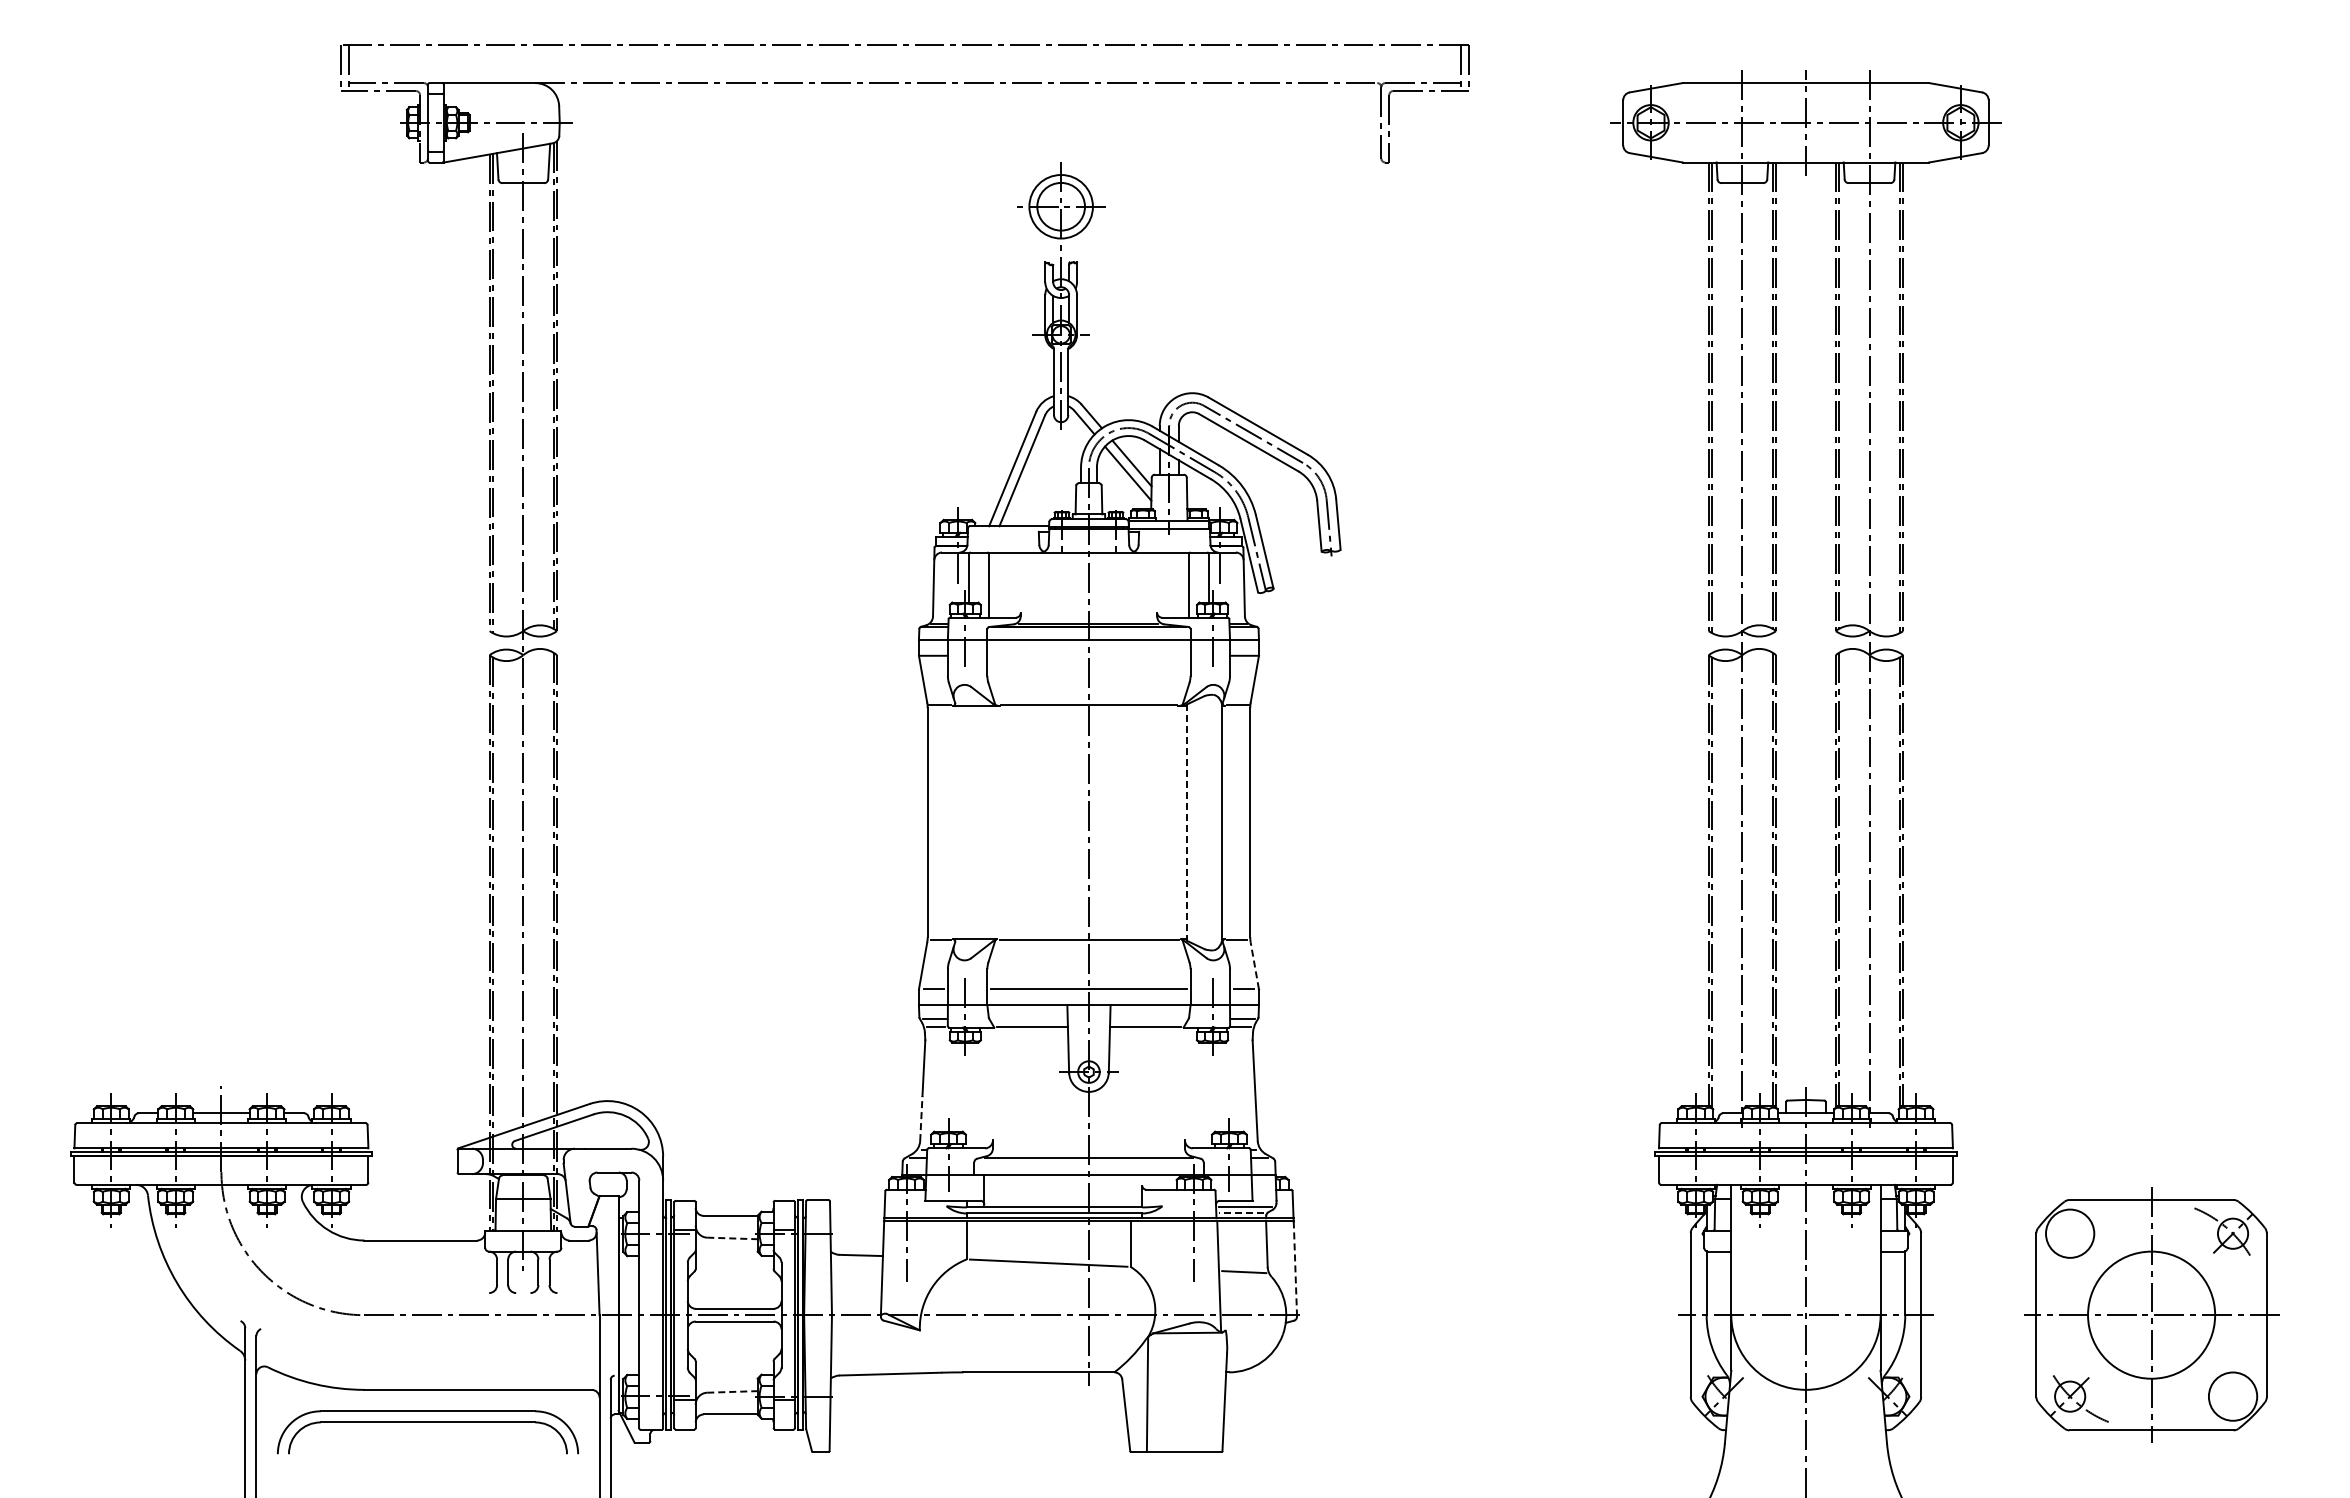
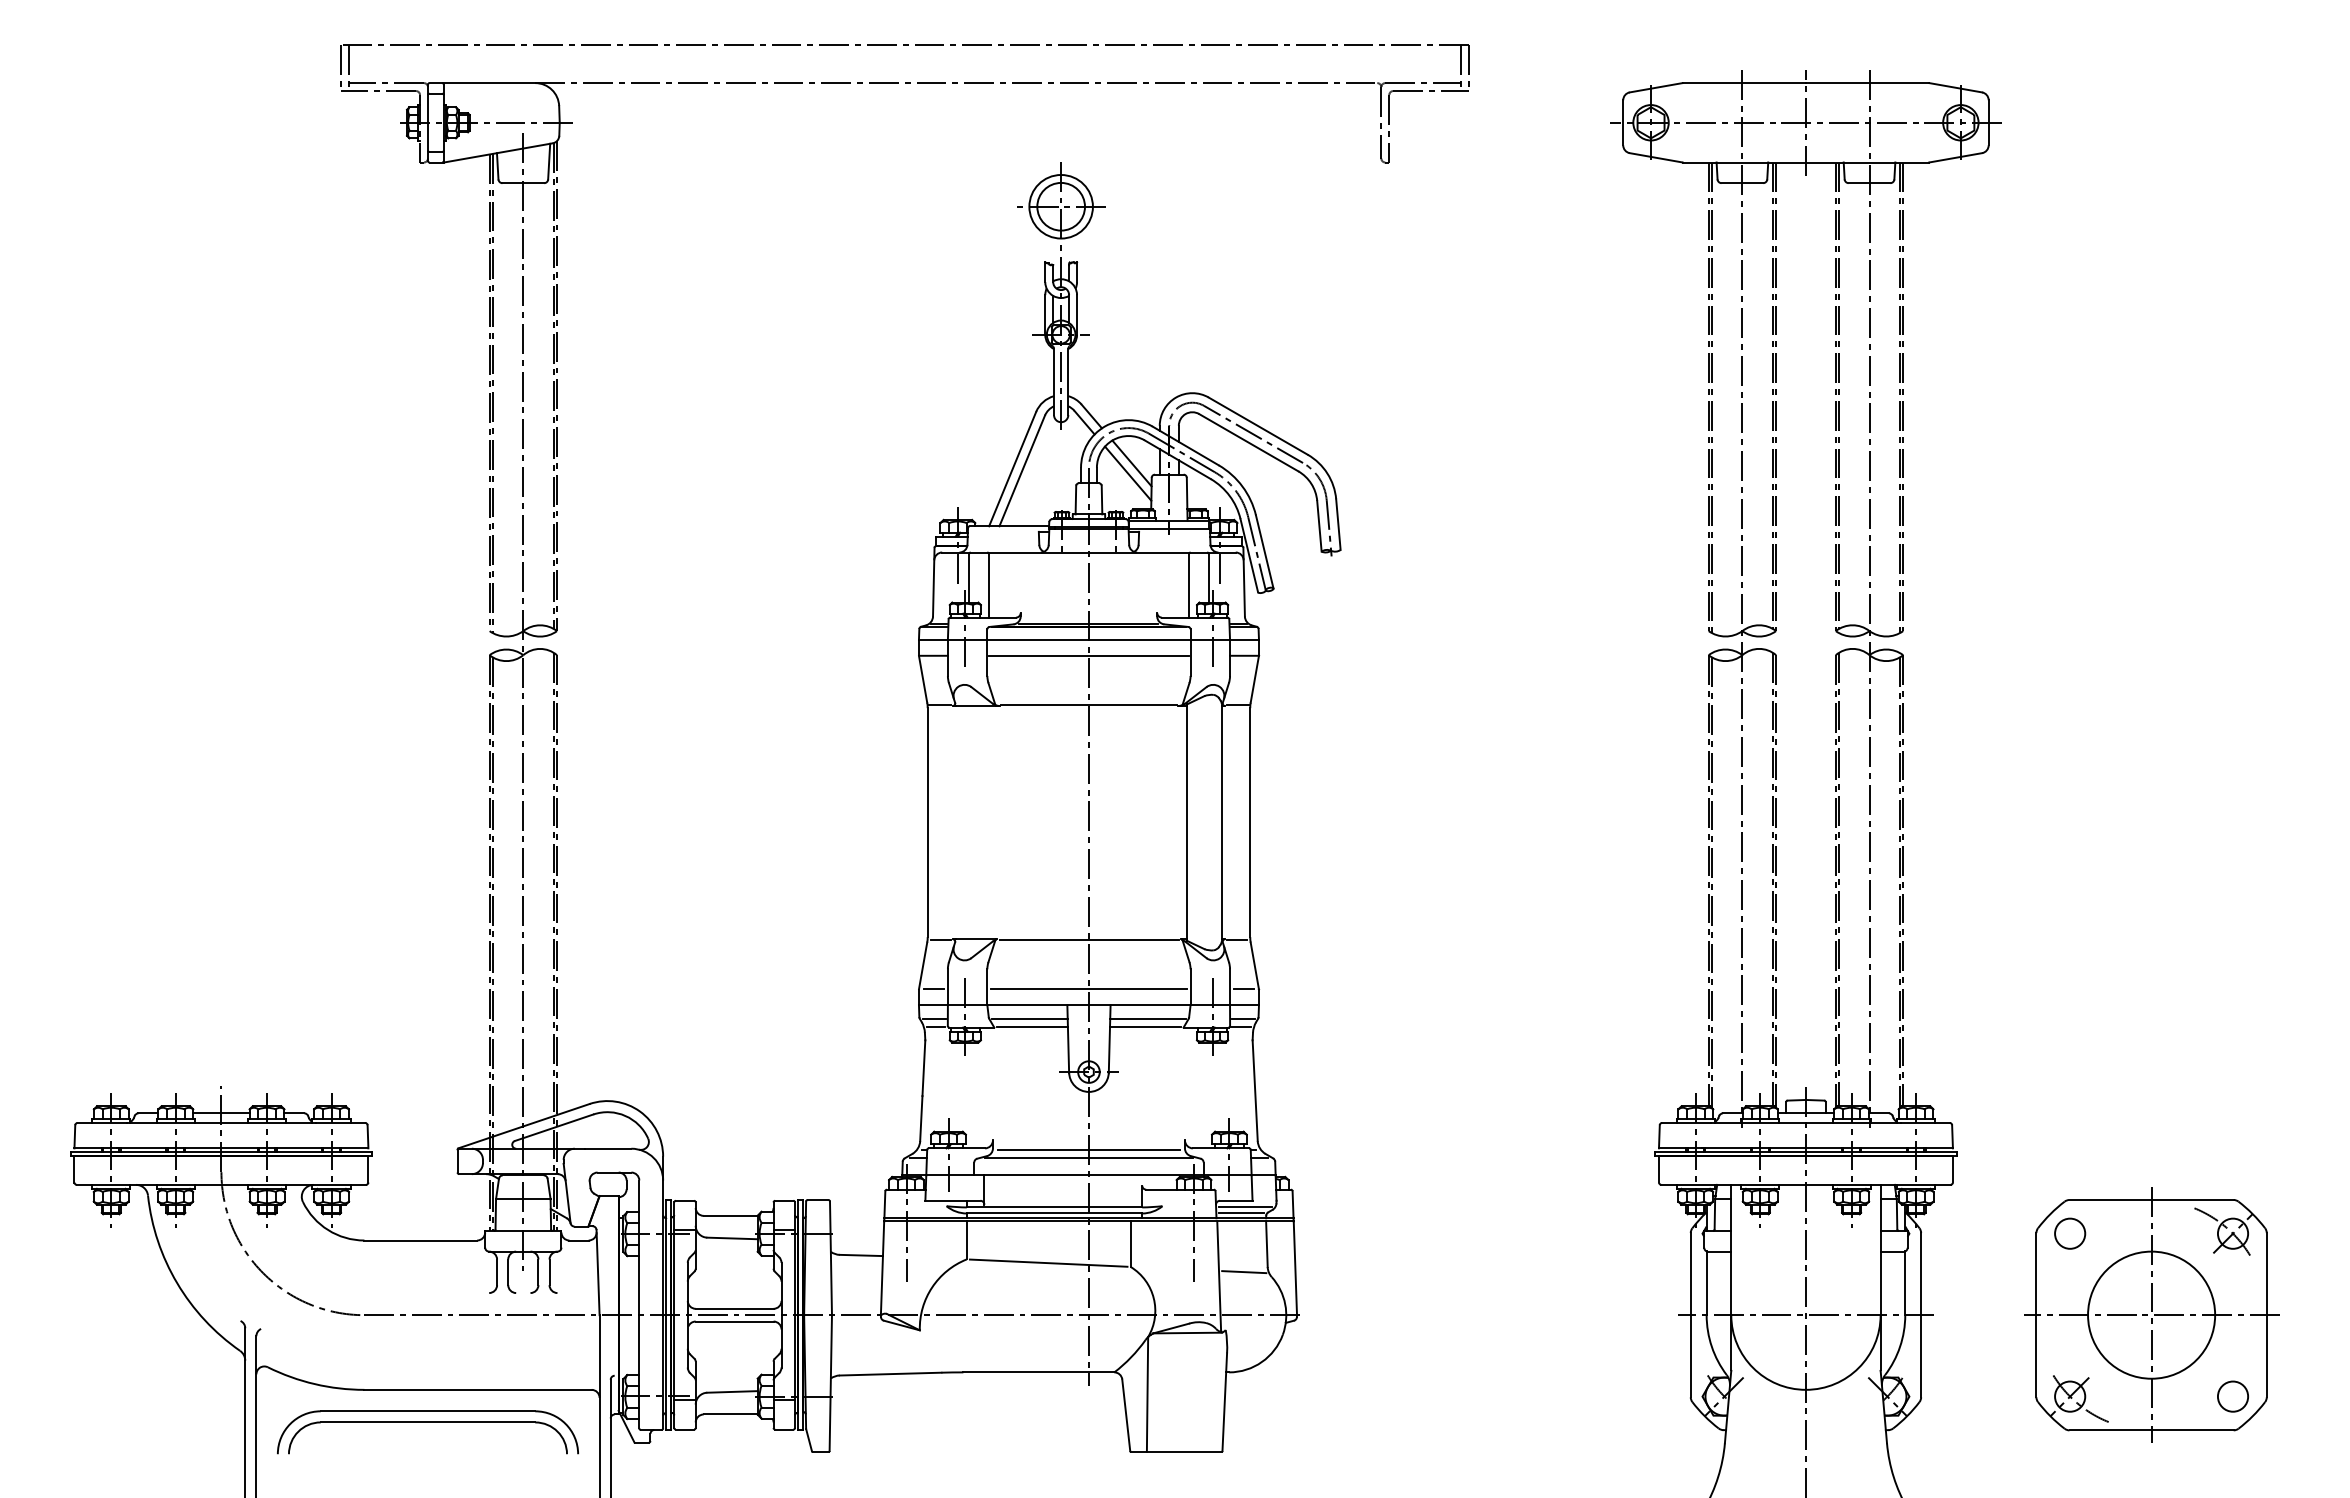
line at (1088, 655): none -> present
line at (1187, 823): dashed -> solid
line at (1254, 965): dashed -> solid
line at (1029, 1018): none -> present
line at (1147, 1018): none -> present
line at (921, 1118): dashed -> solid
line at (1088, 1150): none -> present
line at (1241, 1213): dashed -> solid
circle at (2070, 1233) diameter: 48 px -> 30 px
line at (732, 1238): dashed -> solid
line at (1295, 1268): dashed -> solid
line at (732, 1391): dashed -> solid
circle at (2232, 1396) diameter: 48 px -> 30 px
